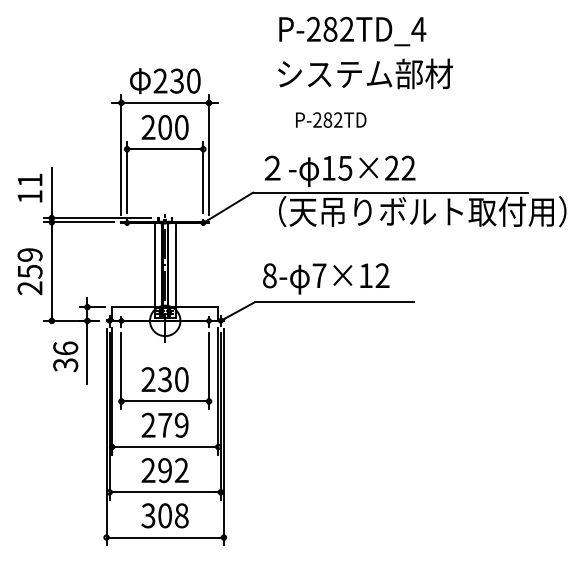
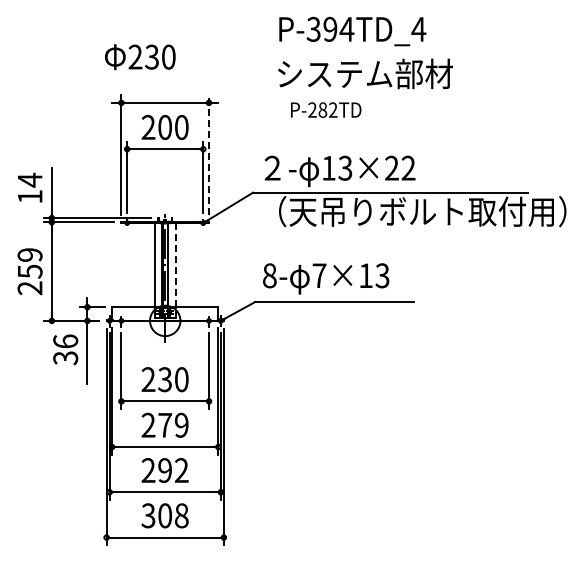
text at (330, 28): P-282TD_4 -> P-394TD_4
text at (165, 81) position: (165, 81) -> (140, 57)
text at (331, 119) position: (331, 119) -> (326, 109)
line at (209, 154): solid -> dashed
text at (345, 167): 15×22 -> 13×22
text at (30, 179): 11 -> 14
line at (175, 270): solid -> dashed
text at (382, 275): 7×12 -> 7×13
text at (65, 356) position: (65, 356) -> (65, 349)
